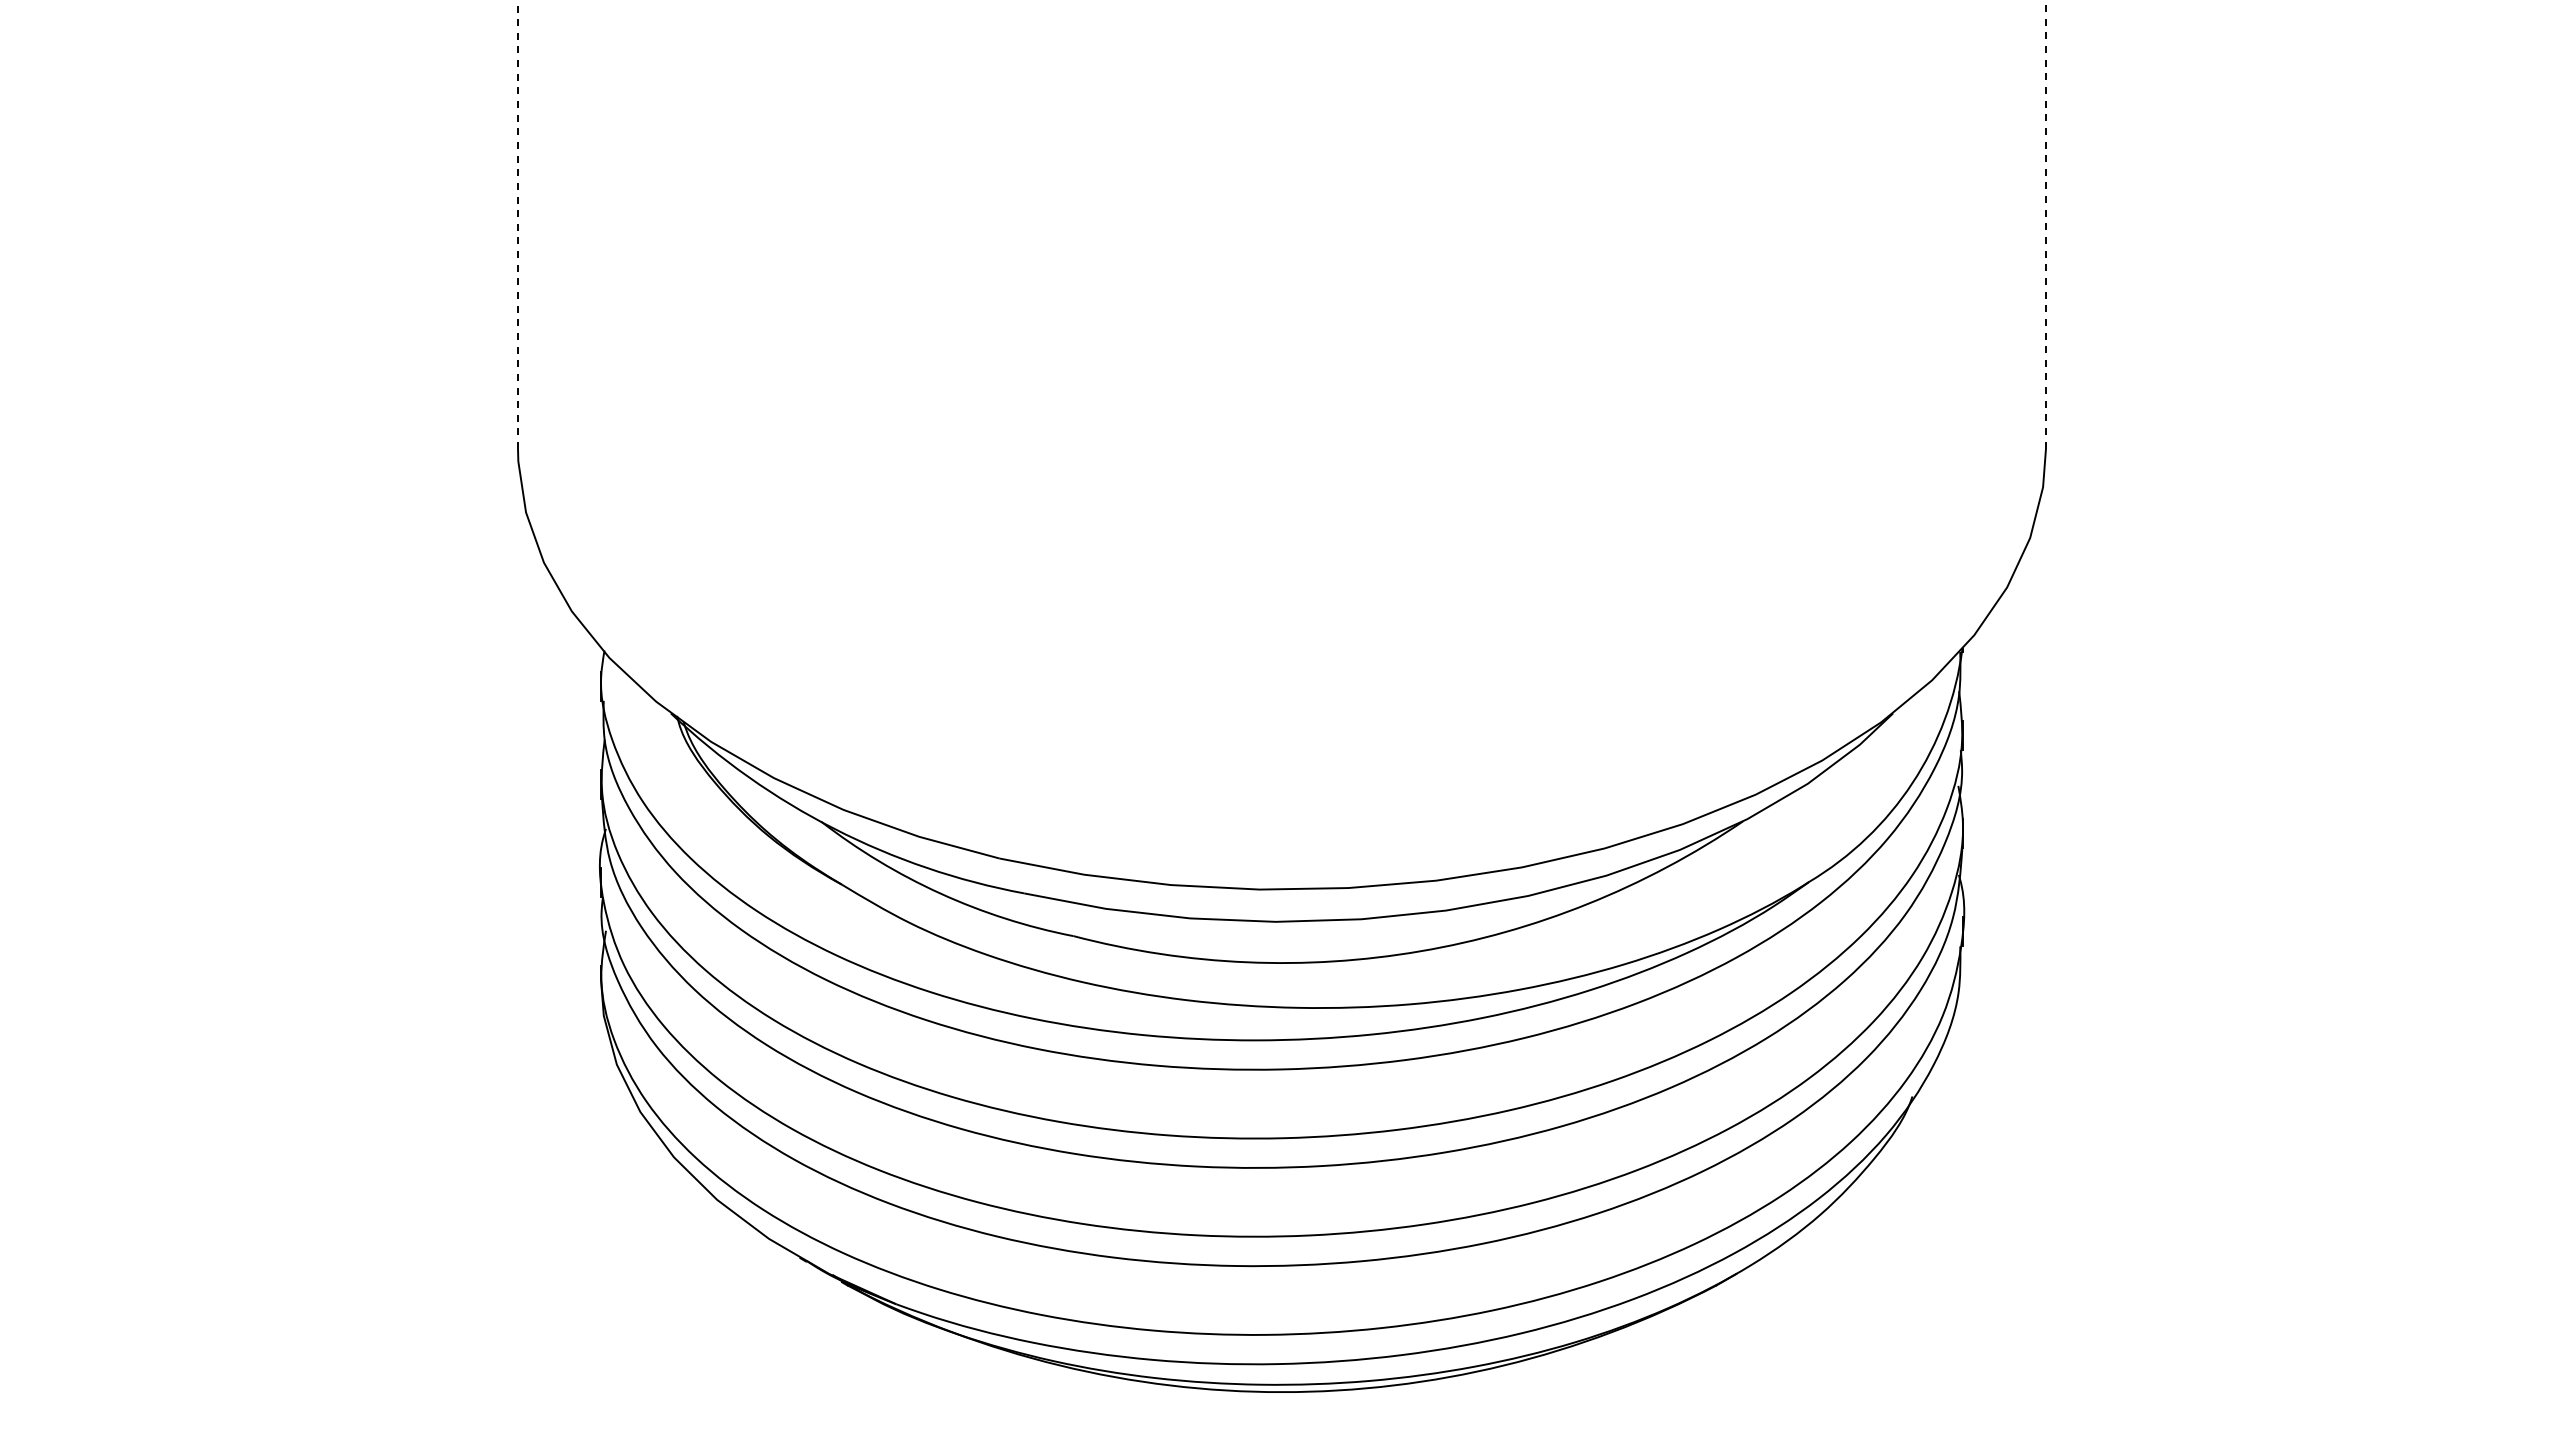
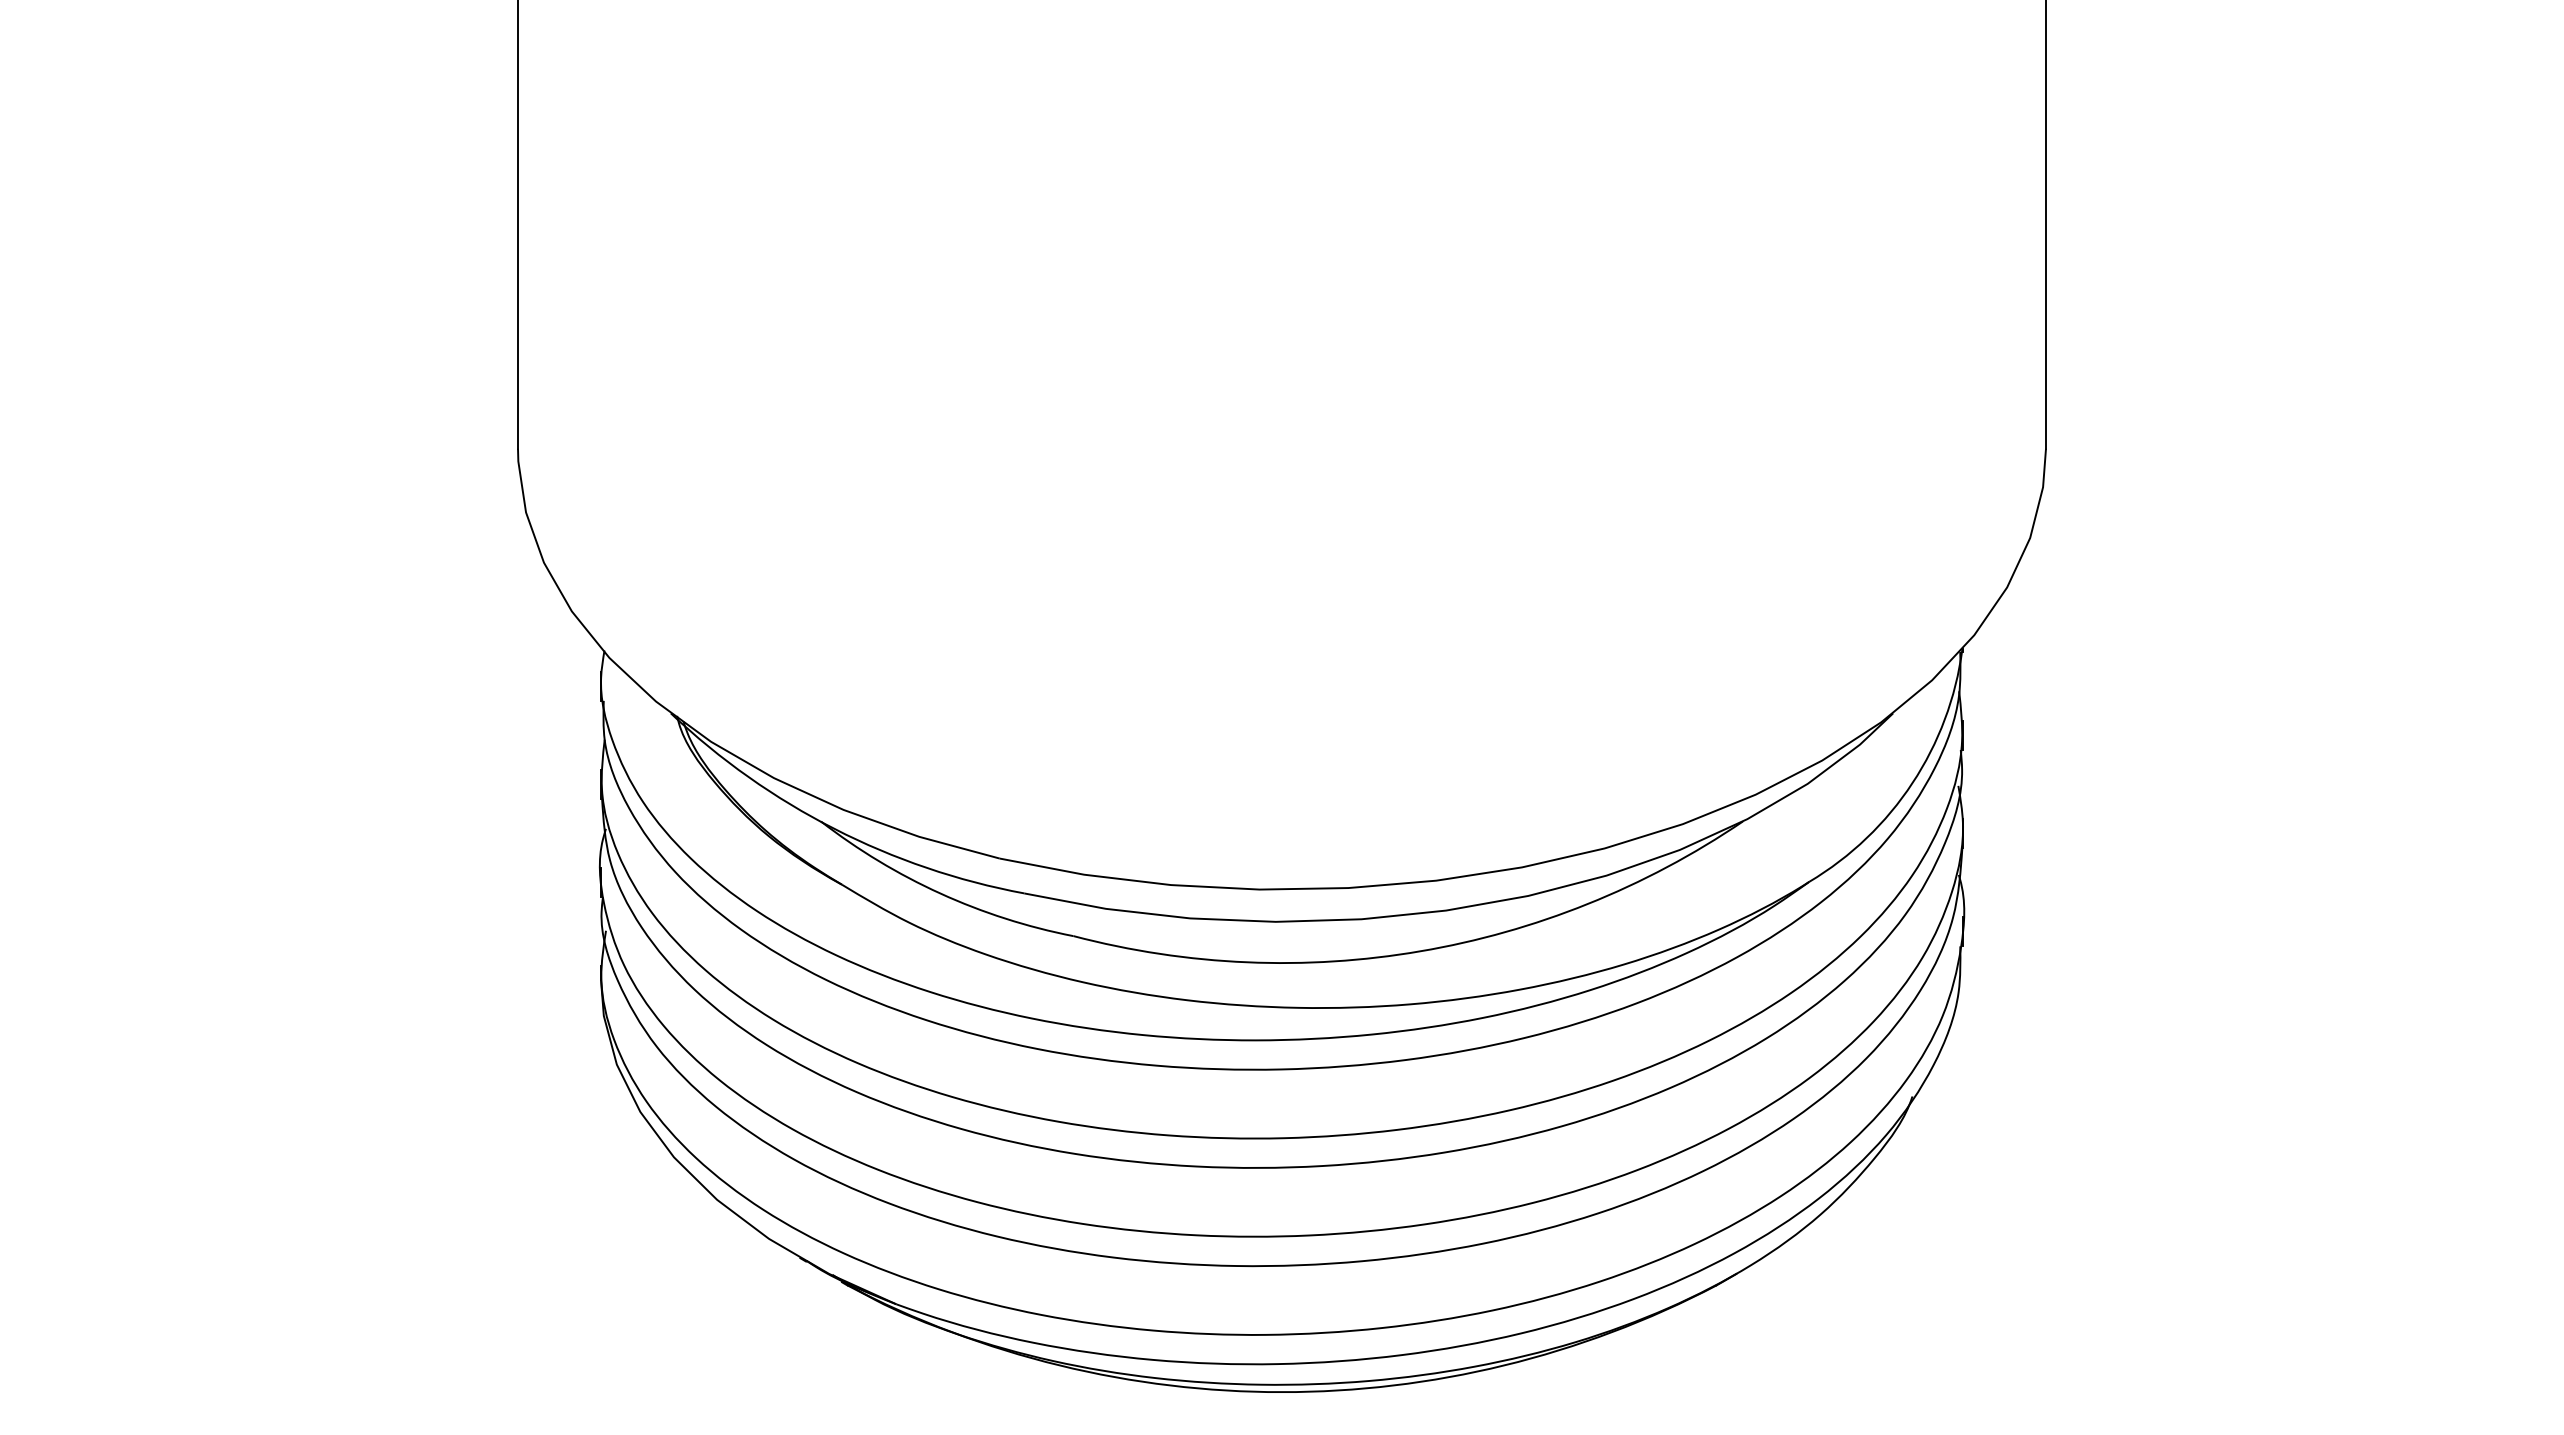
line at (518, 224): dashed -> solid
line at (2046, 224): dashed -> solid
